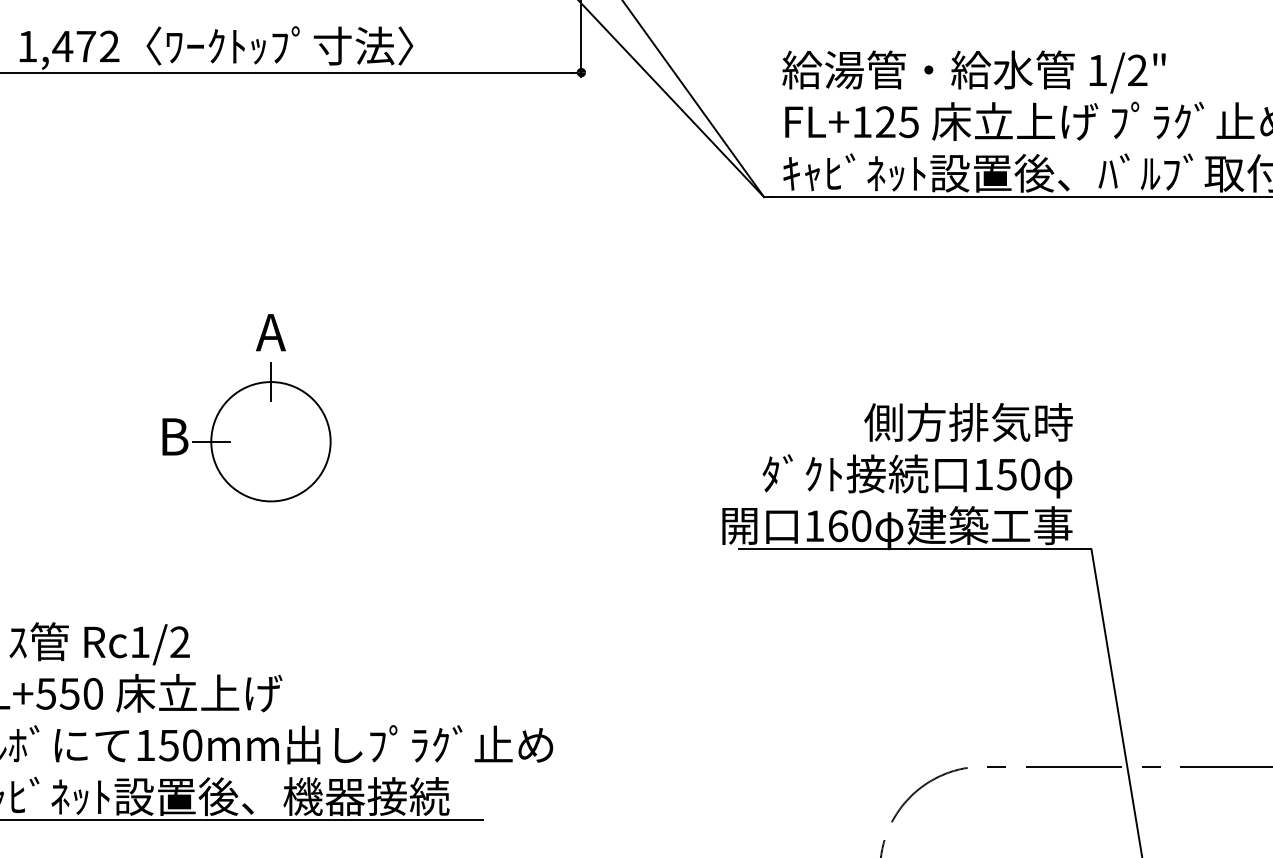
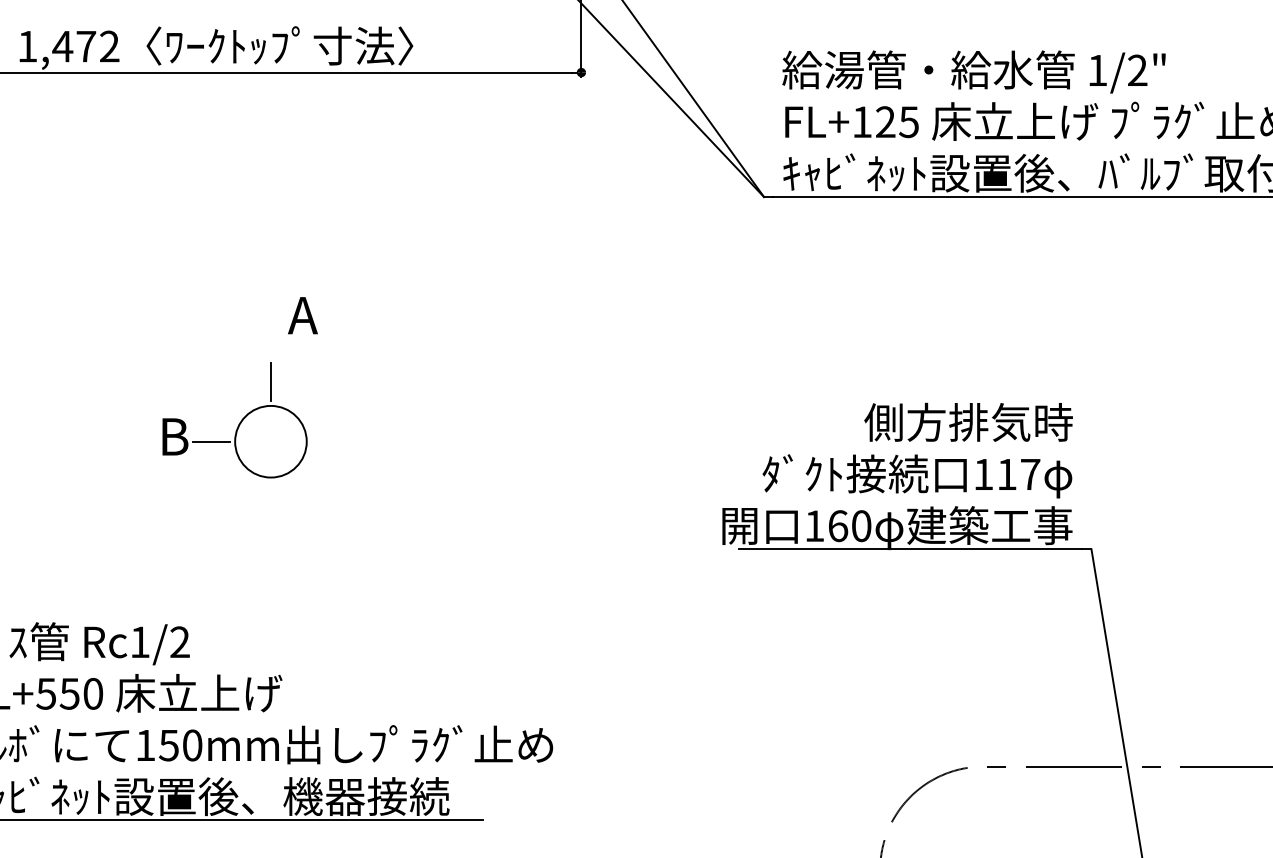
text at (270, 332) position: (270, 332) -> (302, 315)
circle at (270, 441) diameter: 119 px -> 72 px
text at (1018, 474): 150 -> 117
